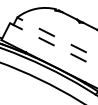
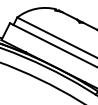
line at (57, 37): dashed -> solid
line at (53, 45): dashed -> solid
